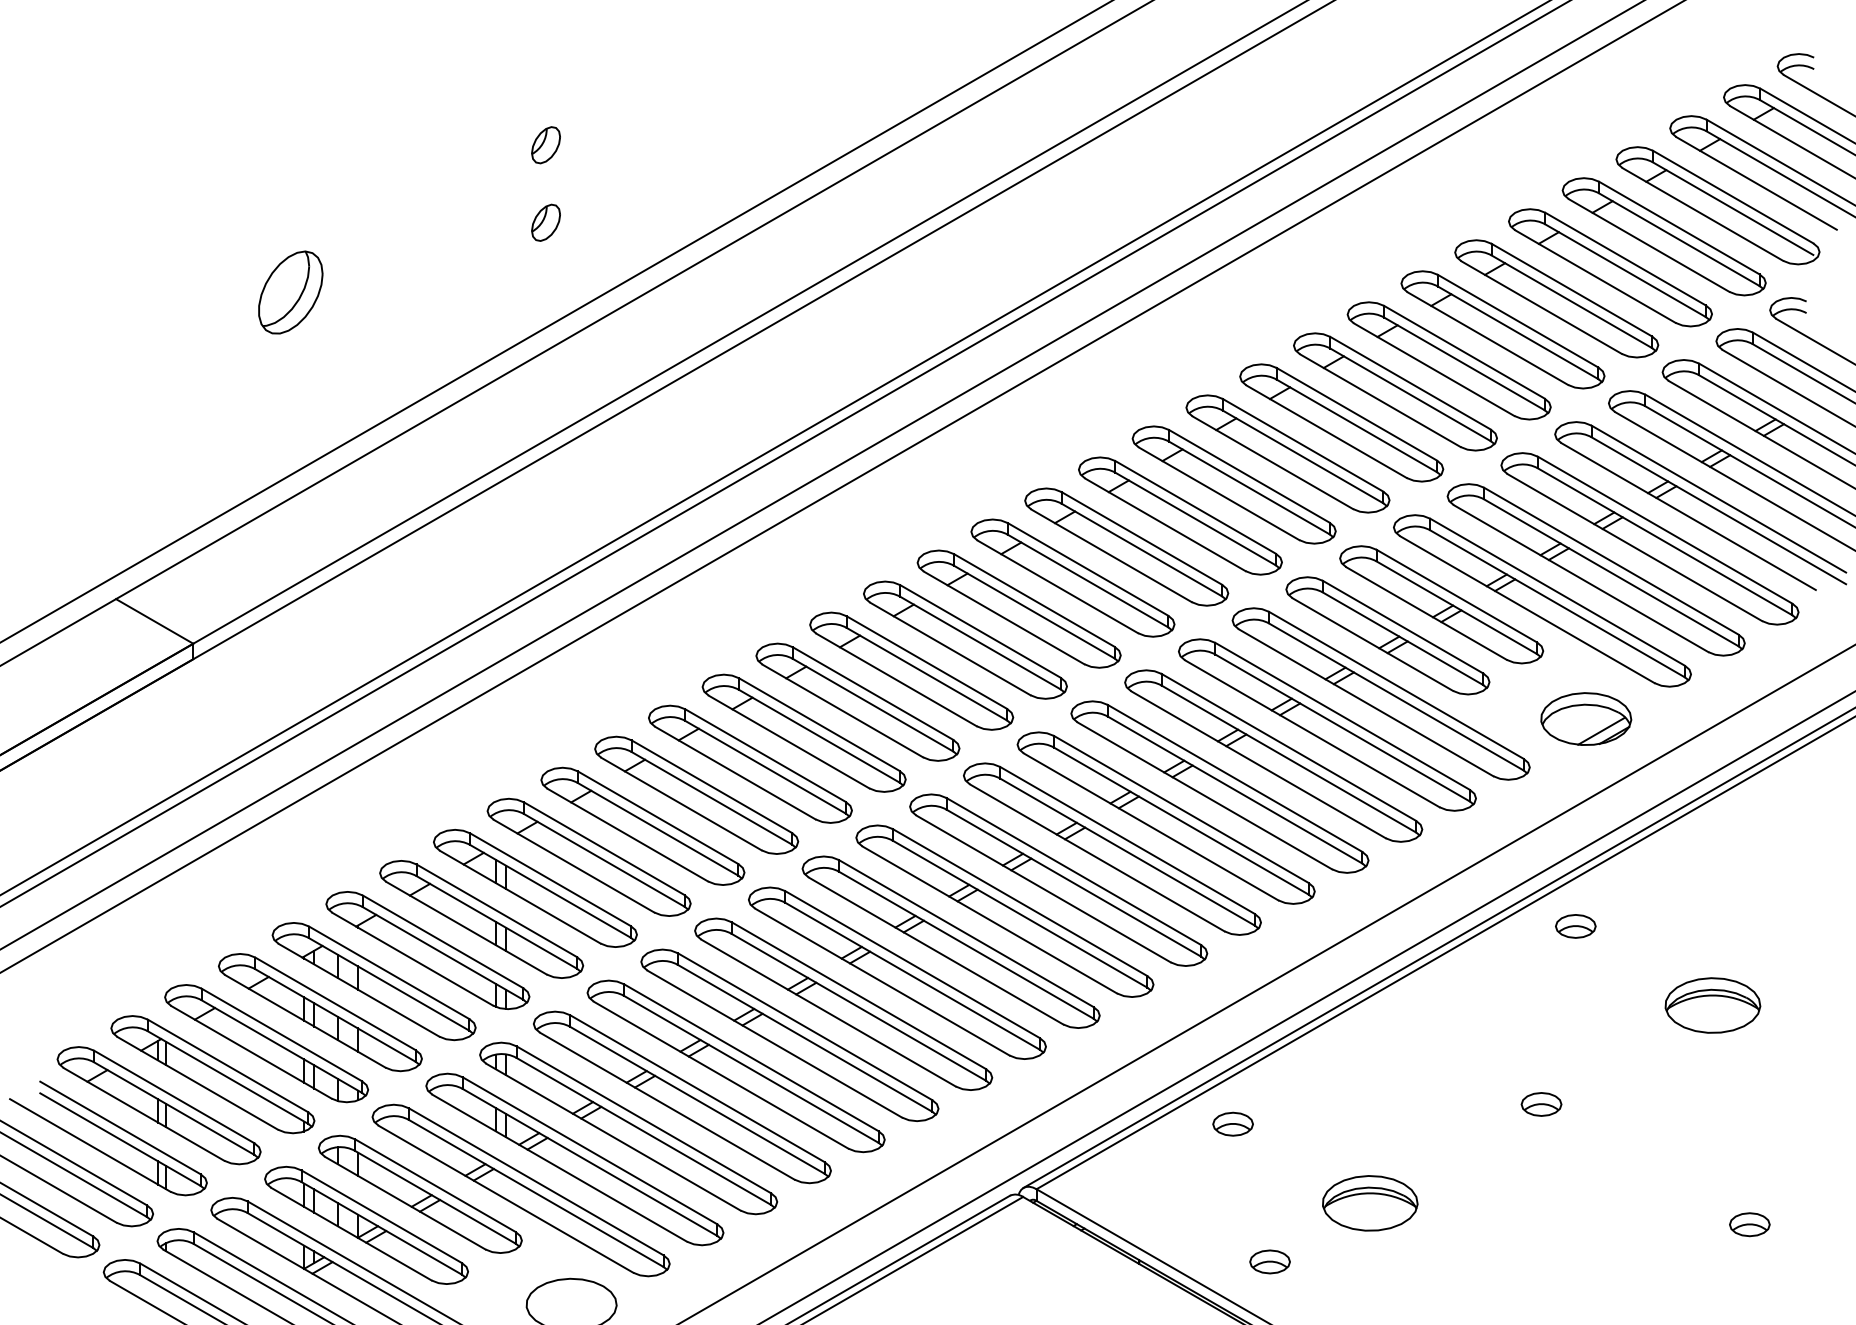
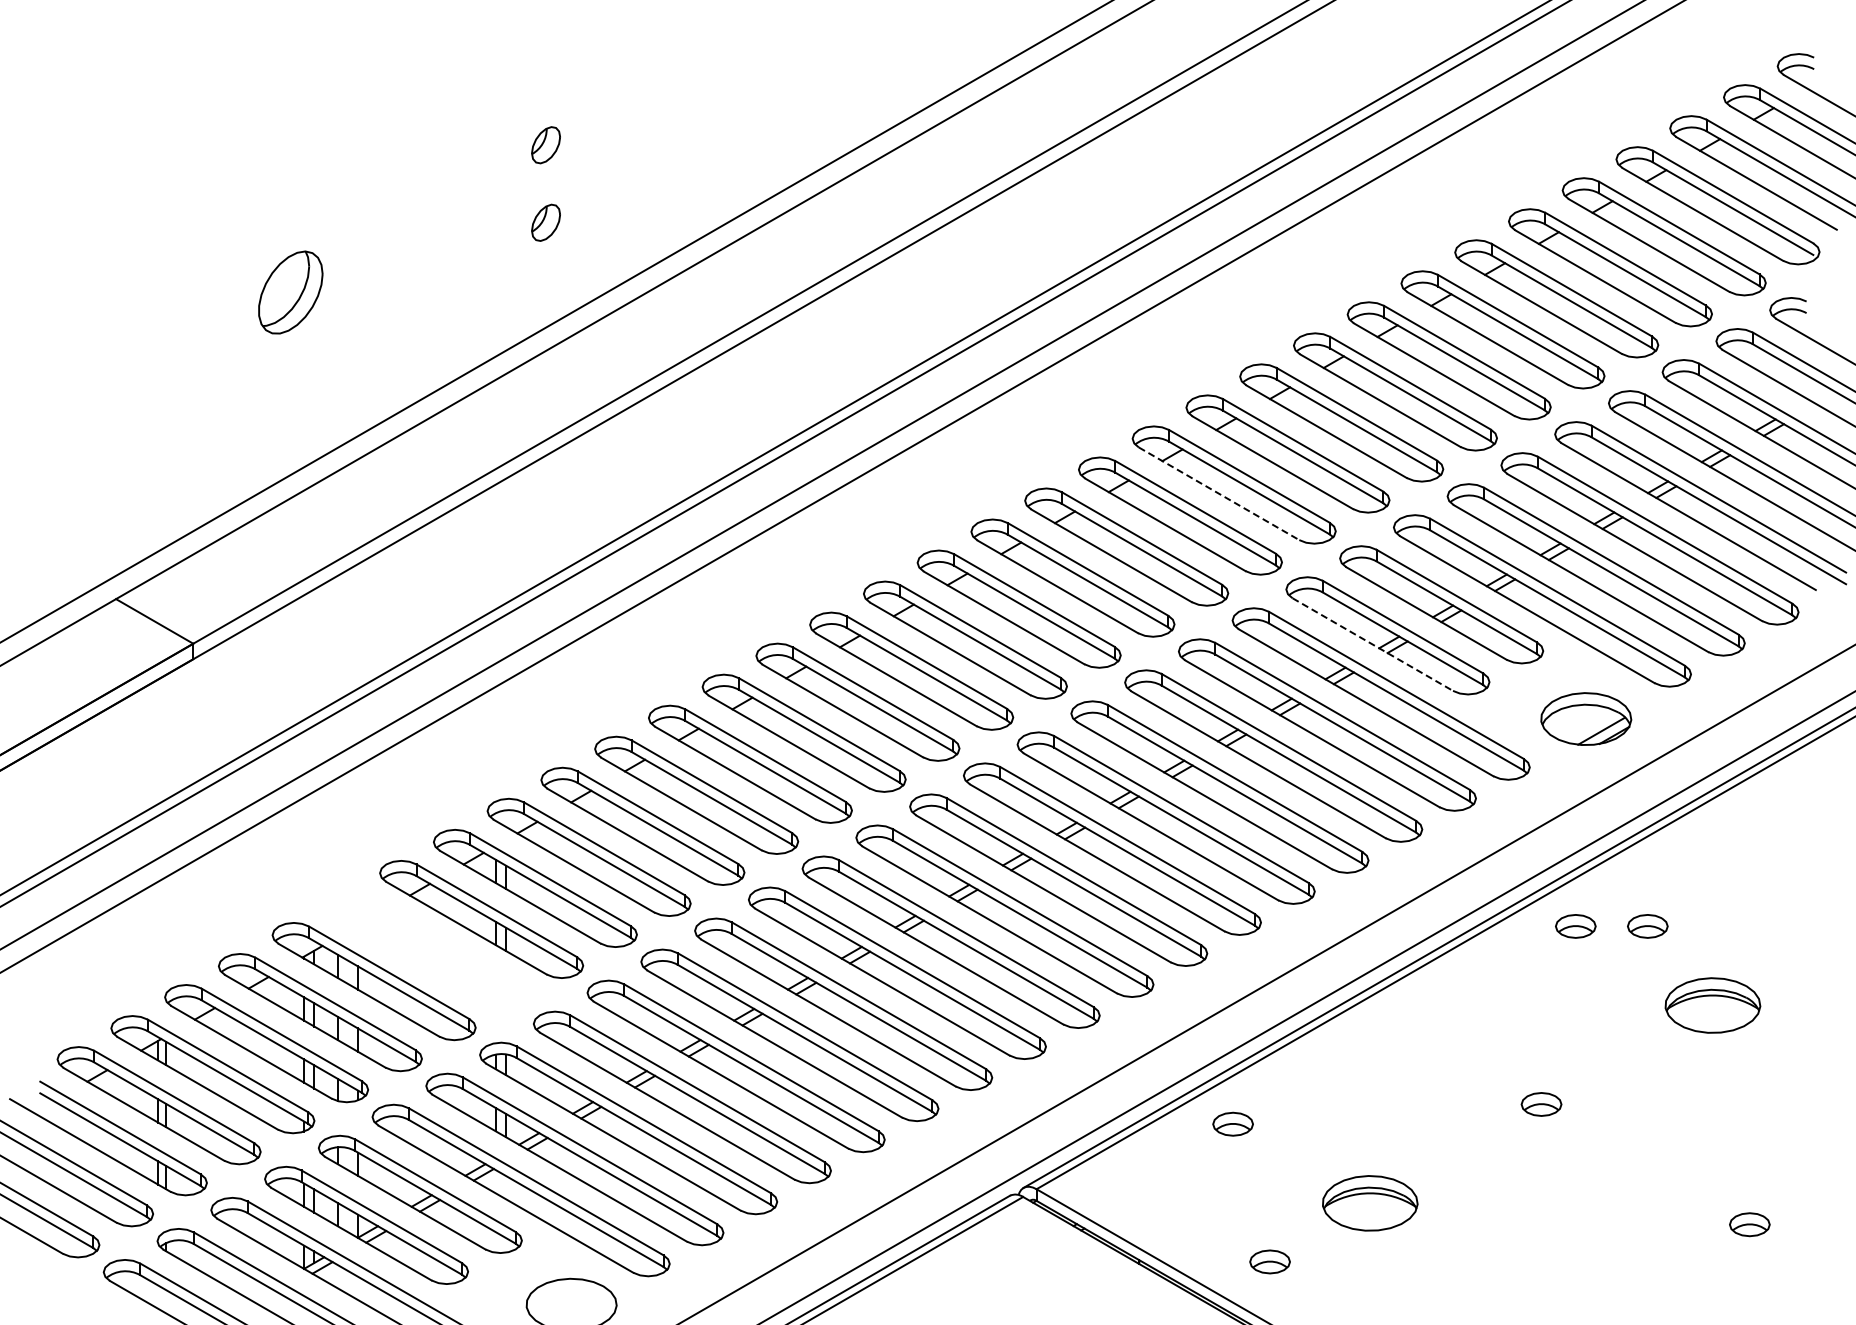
line at (1219, 493): solid -> dashed
line at (1372, 644): solid -> dashed
part at (1647, 926): none -> present
part at (427, 950): present -> none
